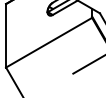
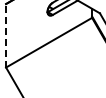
line at (6, 35): solid -> dashed
line at (87, 65): present -> none
